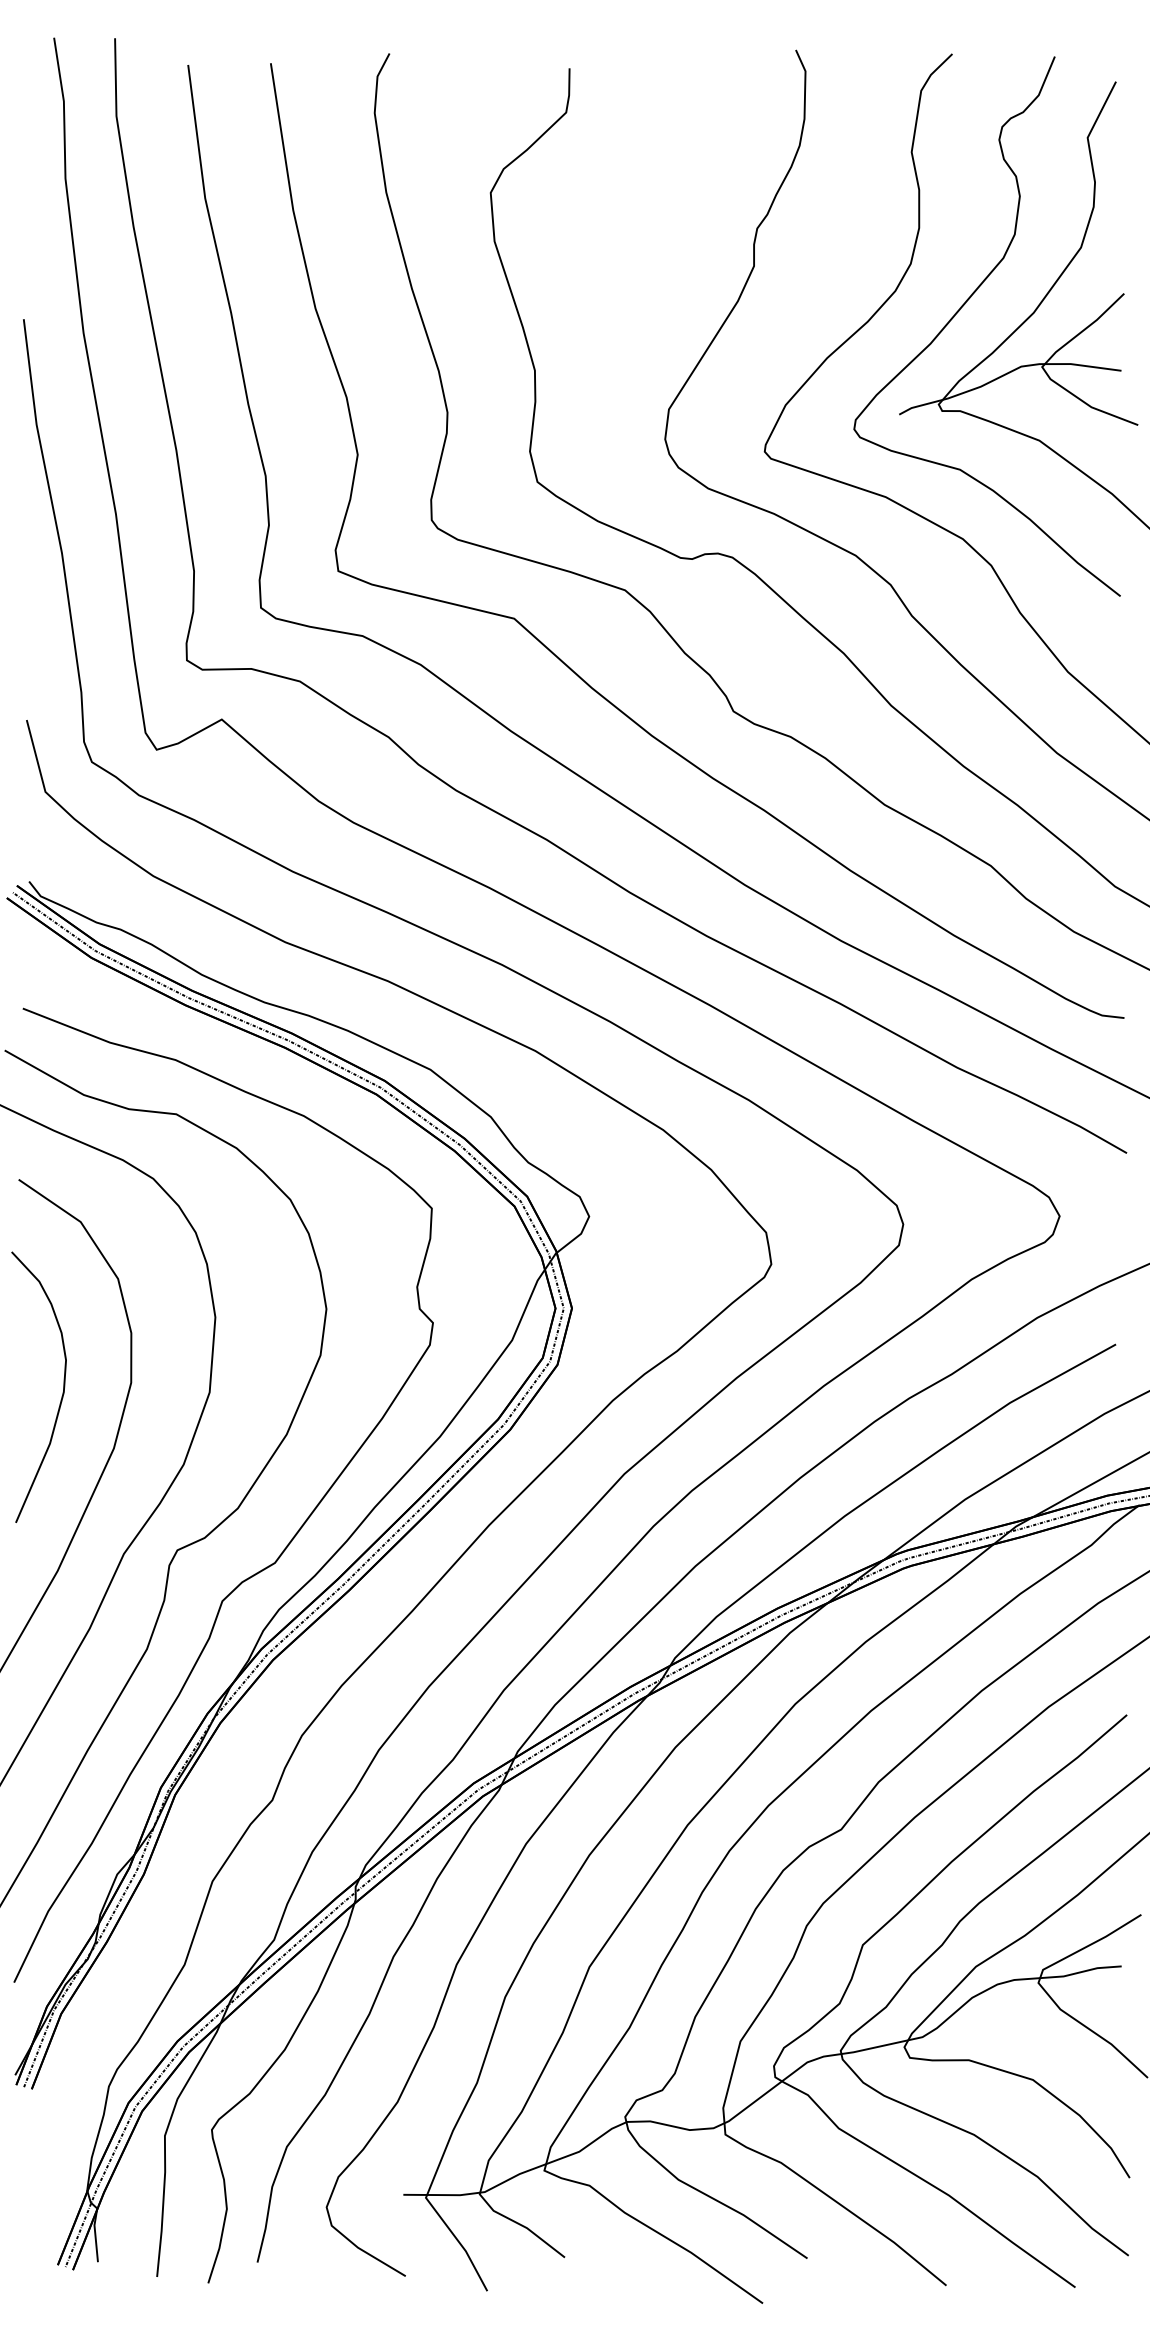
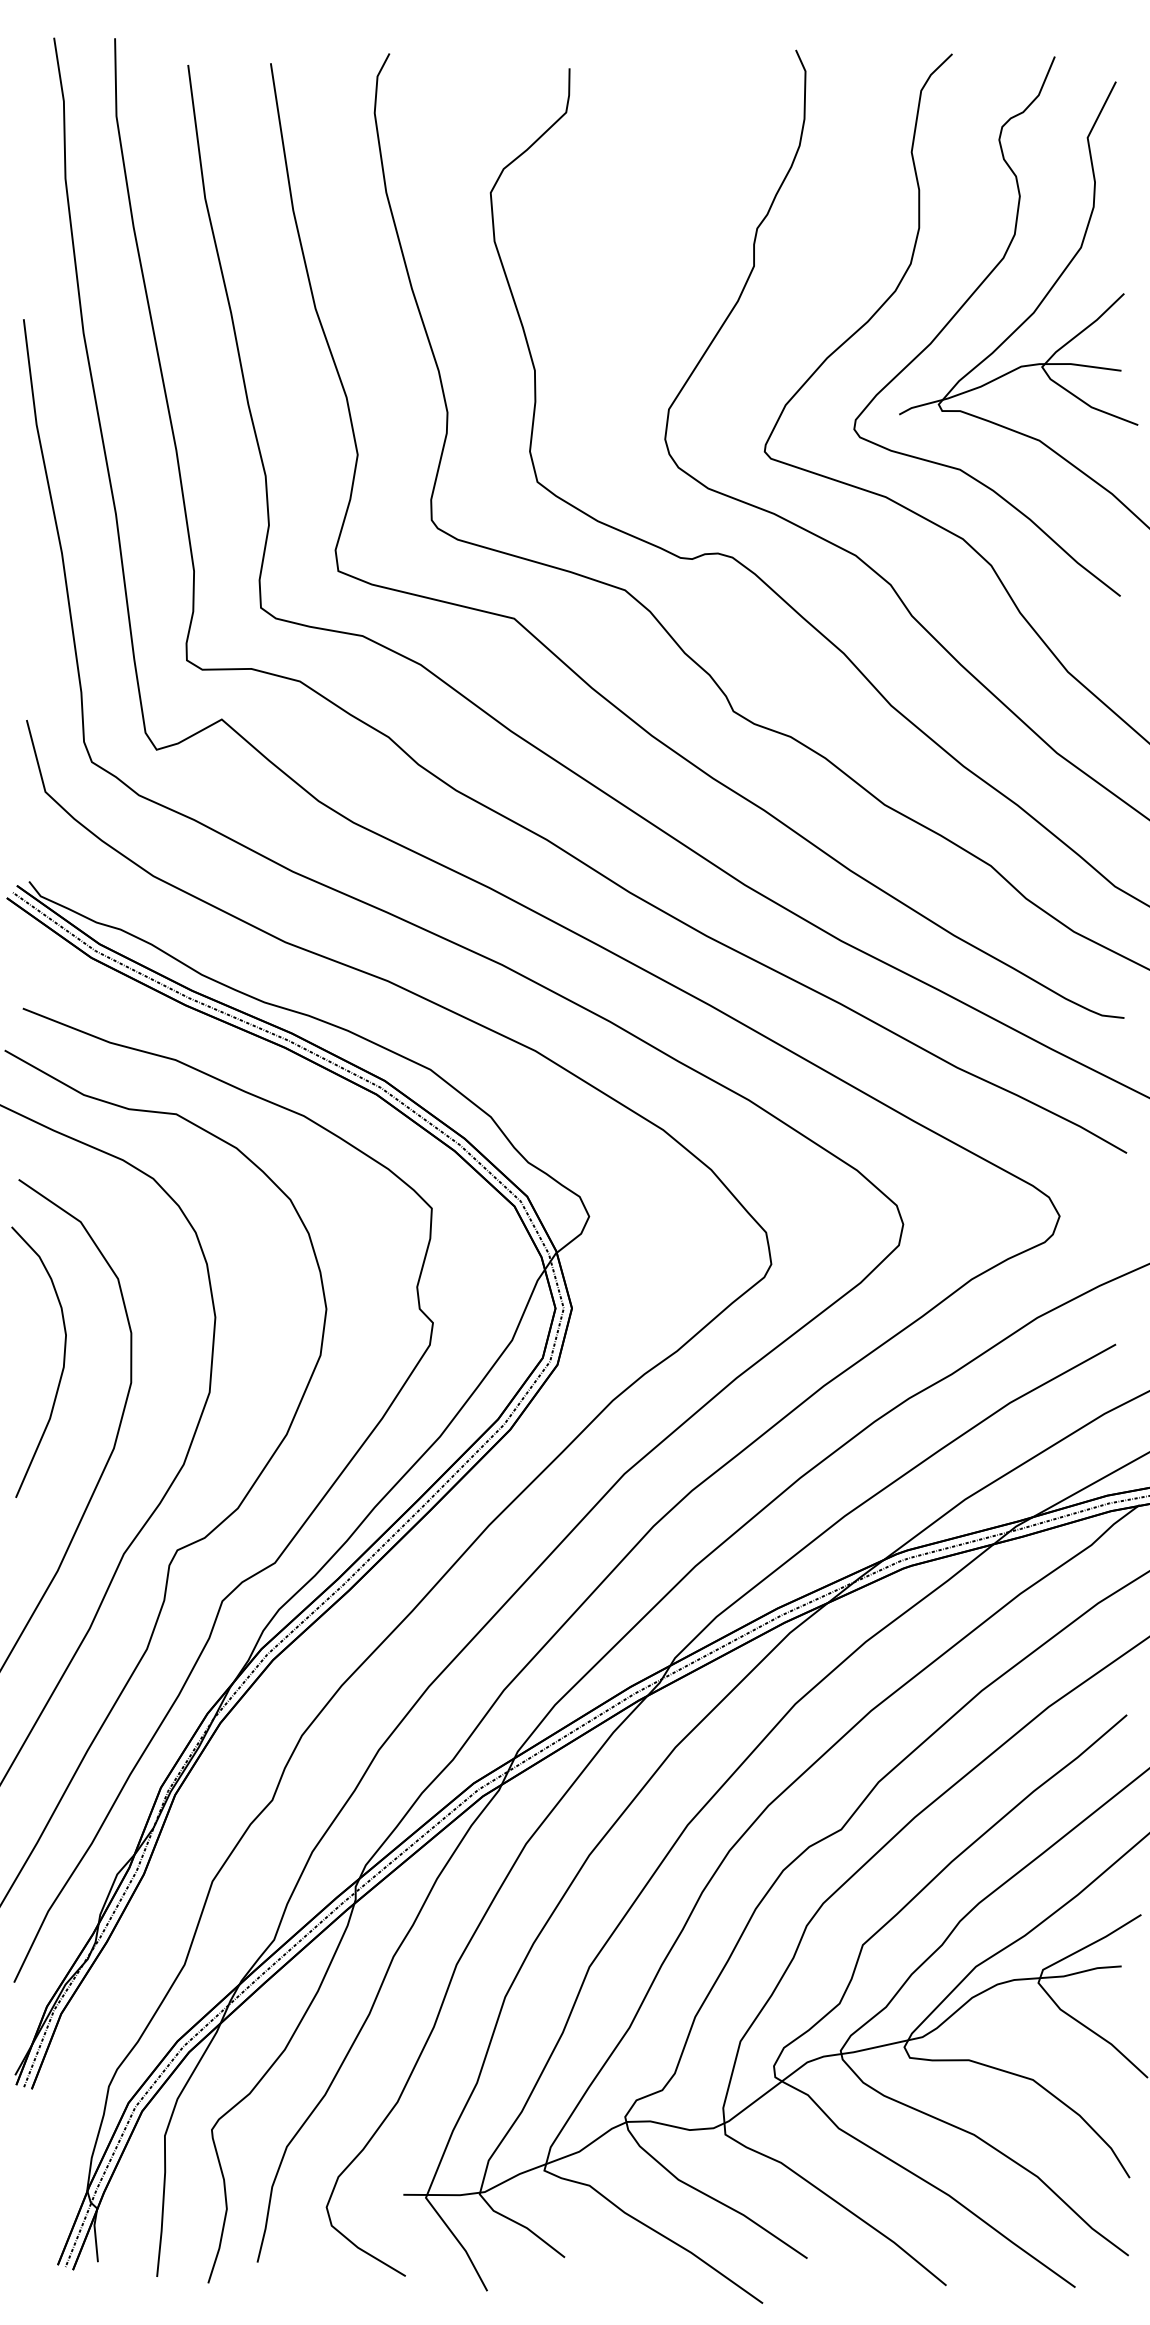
curve at (62, 1392) position: (62, 1392) -> (62, 1367)
